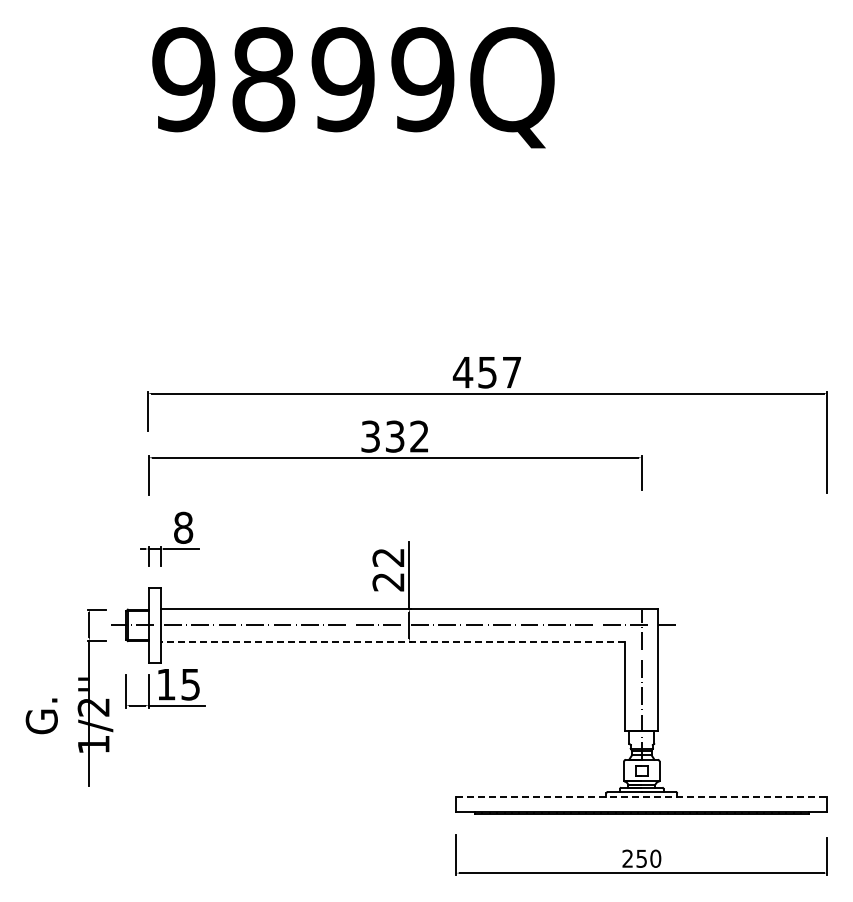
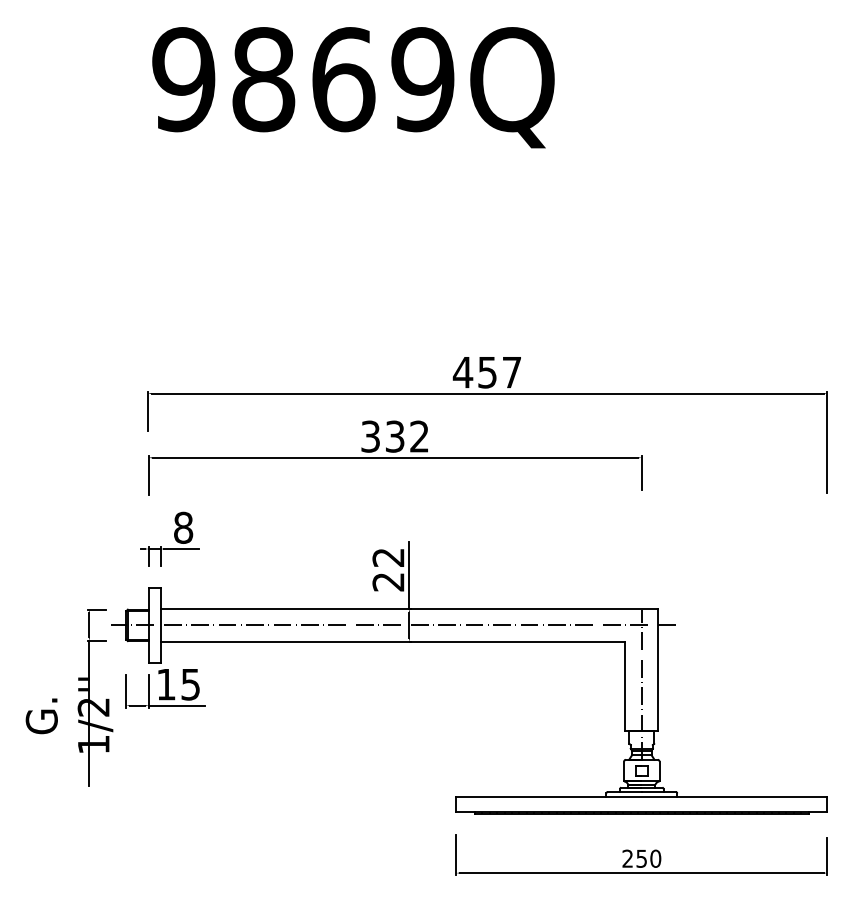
text at (343, 79): 9899Q -> 9869Q
line at (392, 641): dashed -> solid
line at (642, 796): dashed -> solid
